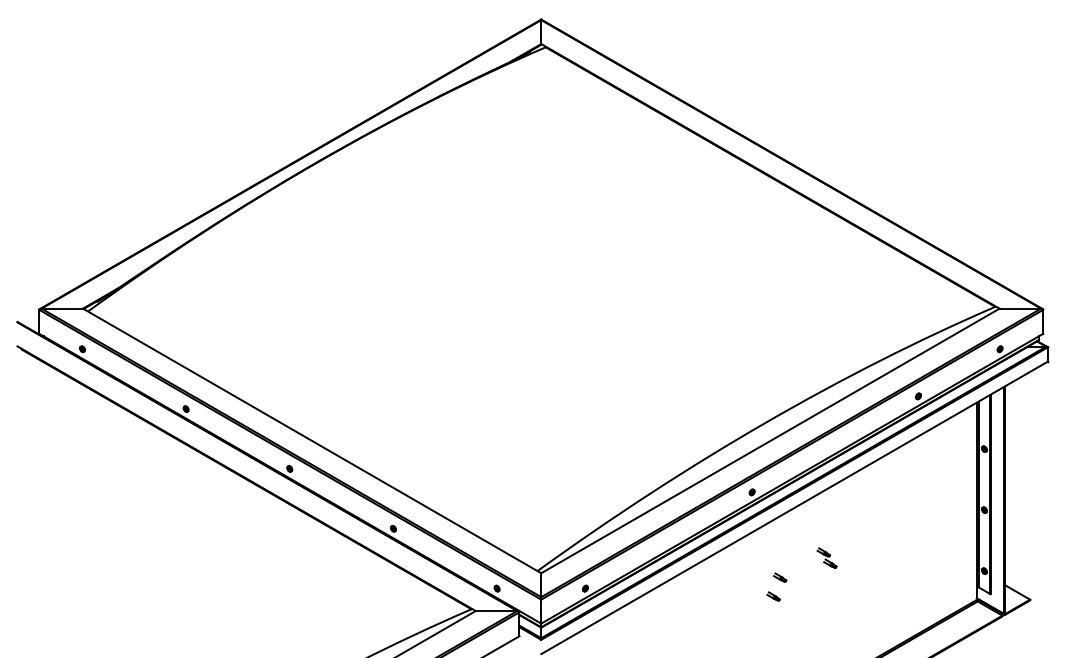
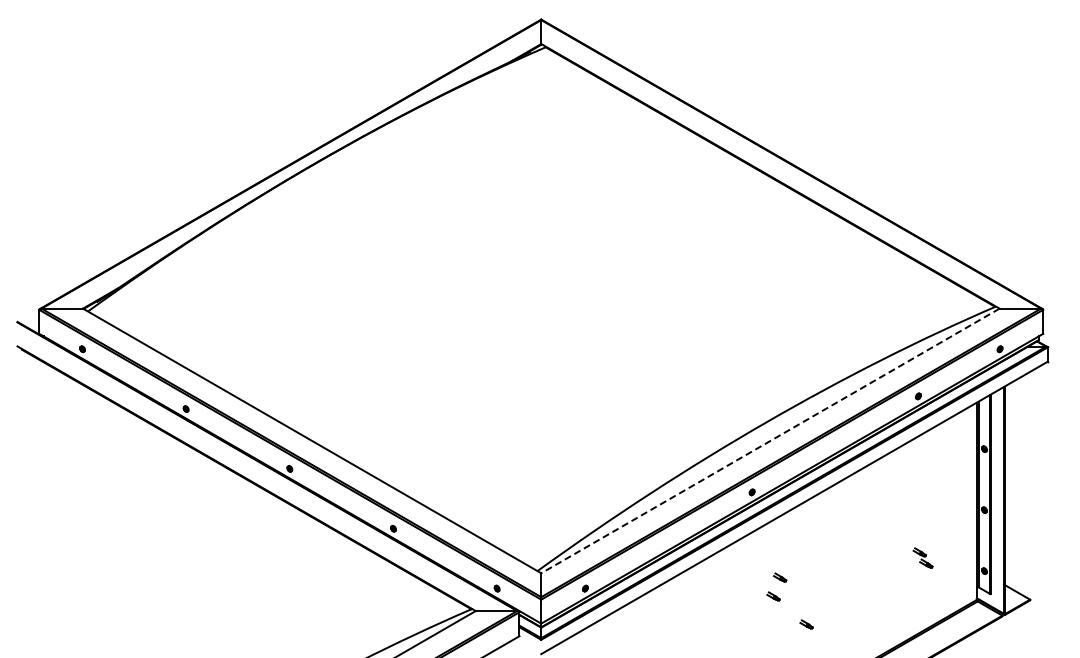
line at (770, 440): solid -> dashed
part at (826, 557) position: (826, 557) -> (922, 557)
part at (806, 624): none -> present
